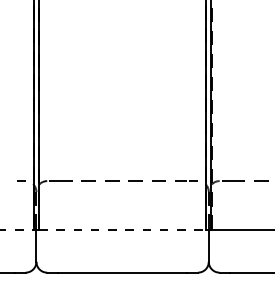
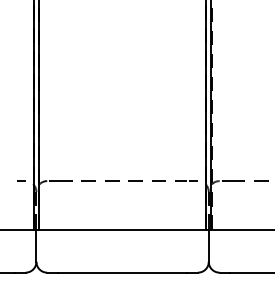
line at (16, 229): dashed -> solid
line at (122, 229): dashed -> solid
